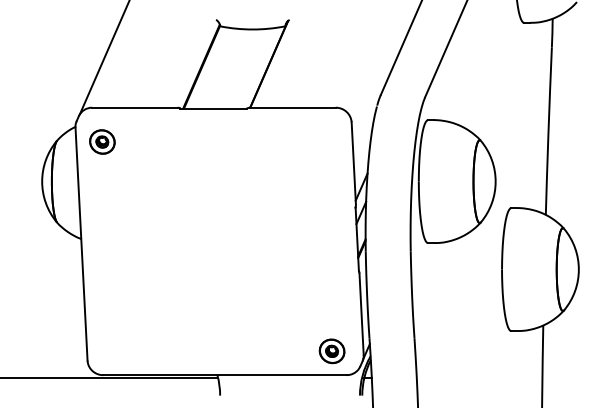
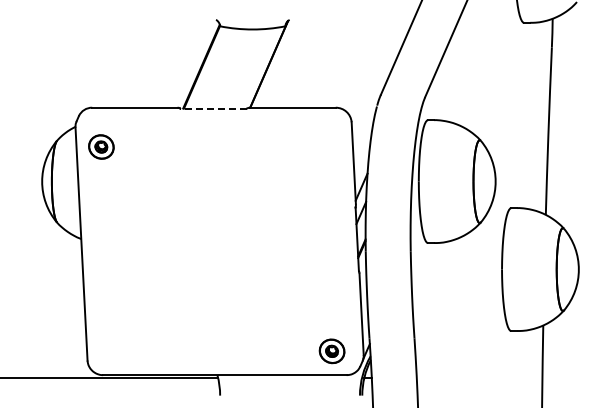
line at (104, 58): present -> none
line at (213, 108): solid -> dashed
part at (102, 141) position: (102, 141) -> (101, 146)
